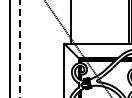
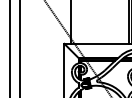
line at (20, 49): dashed -> solid
